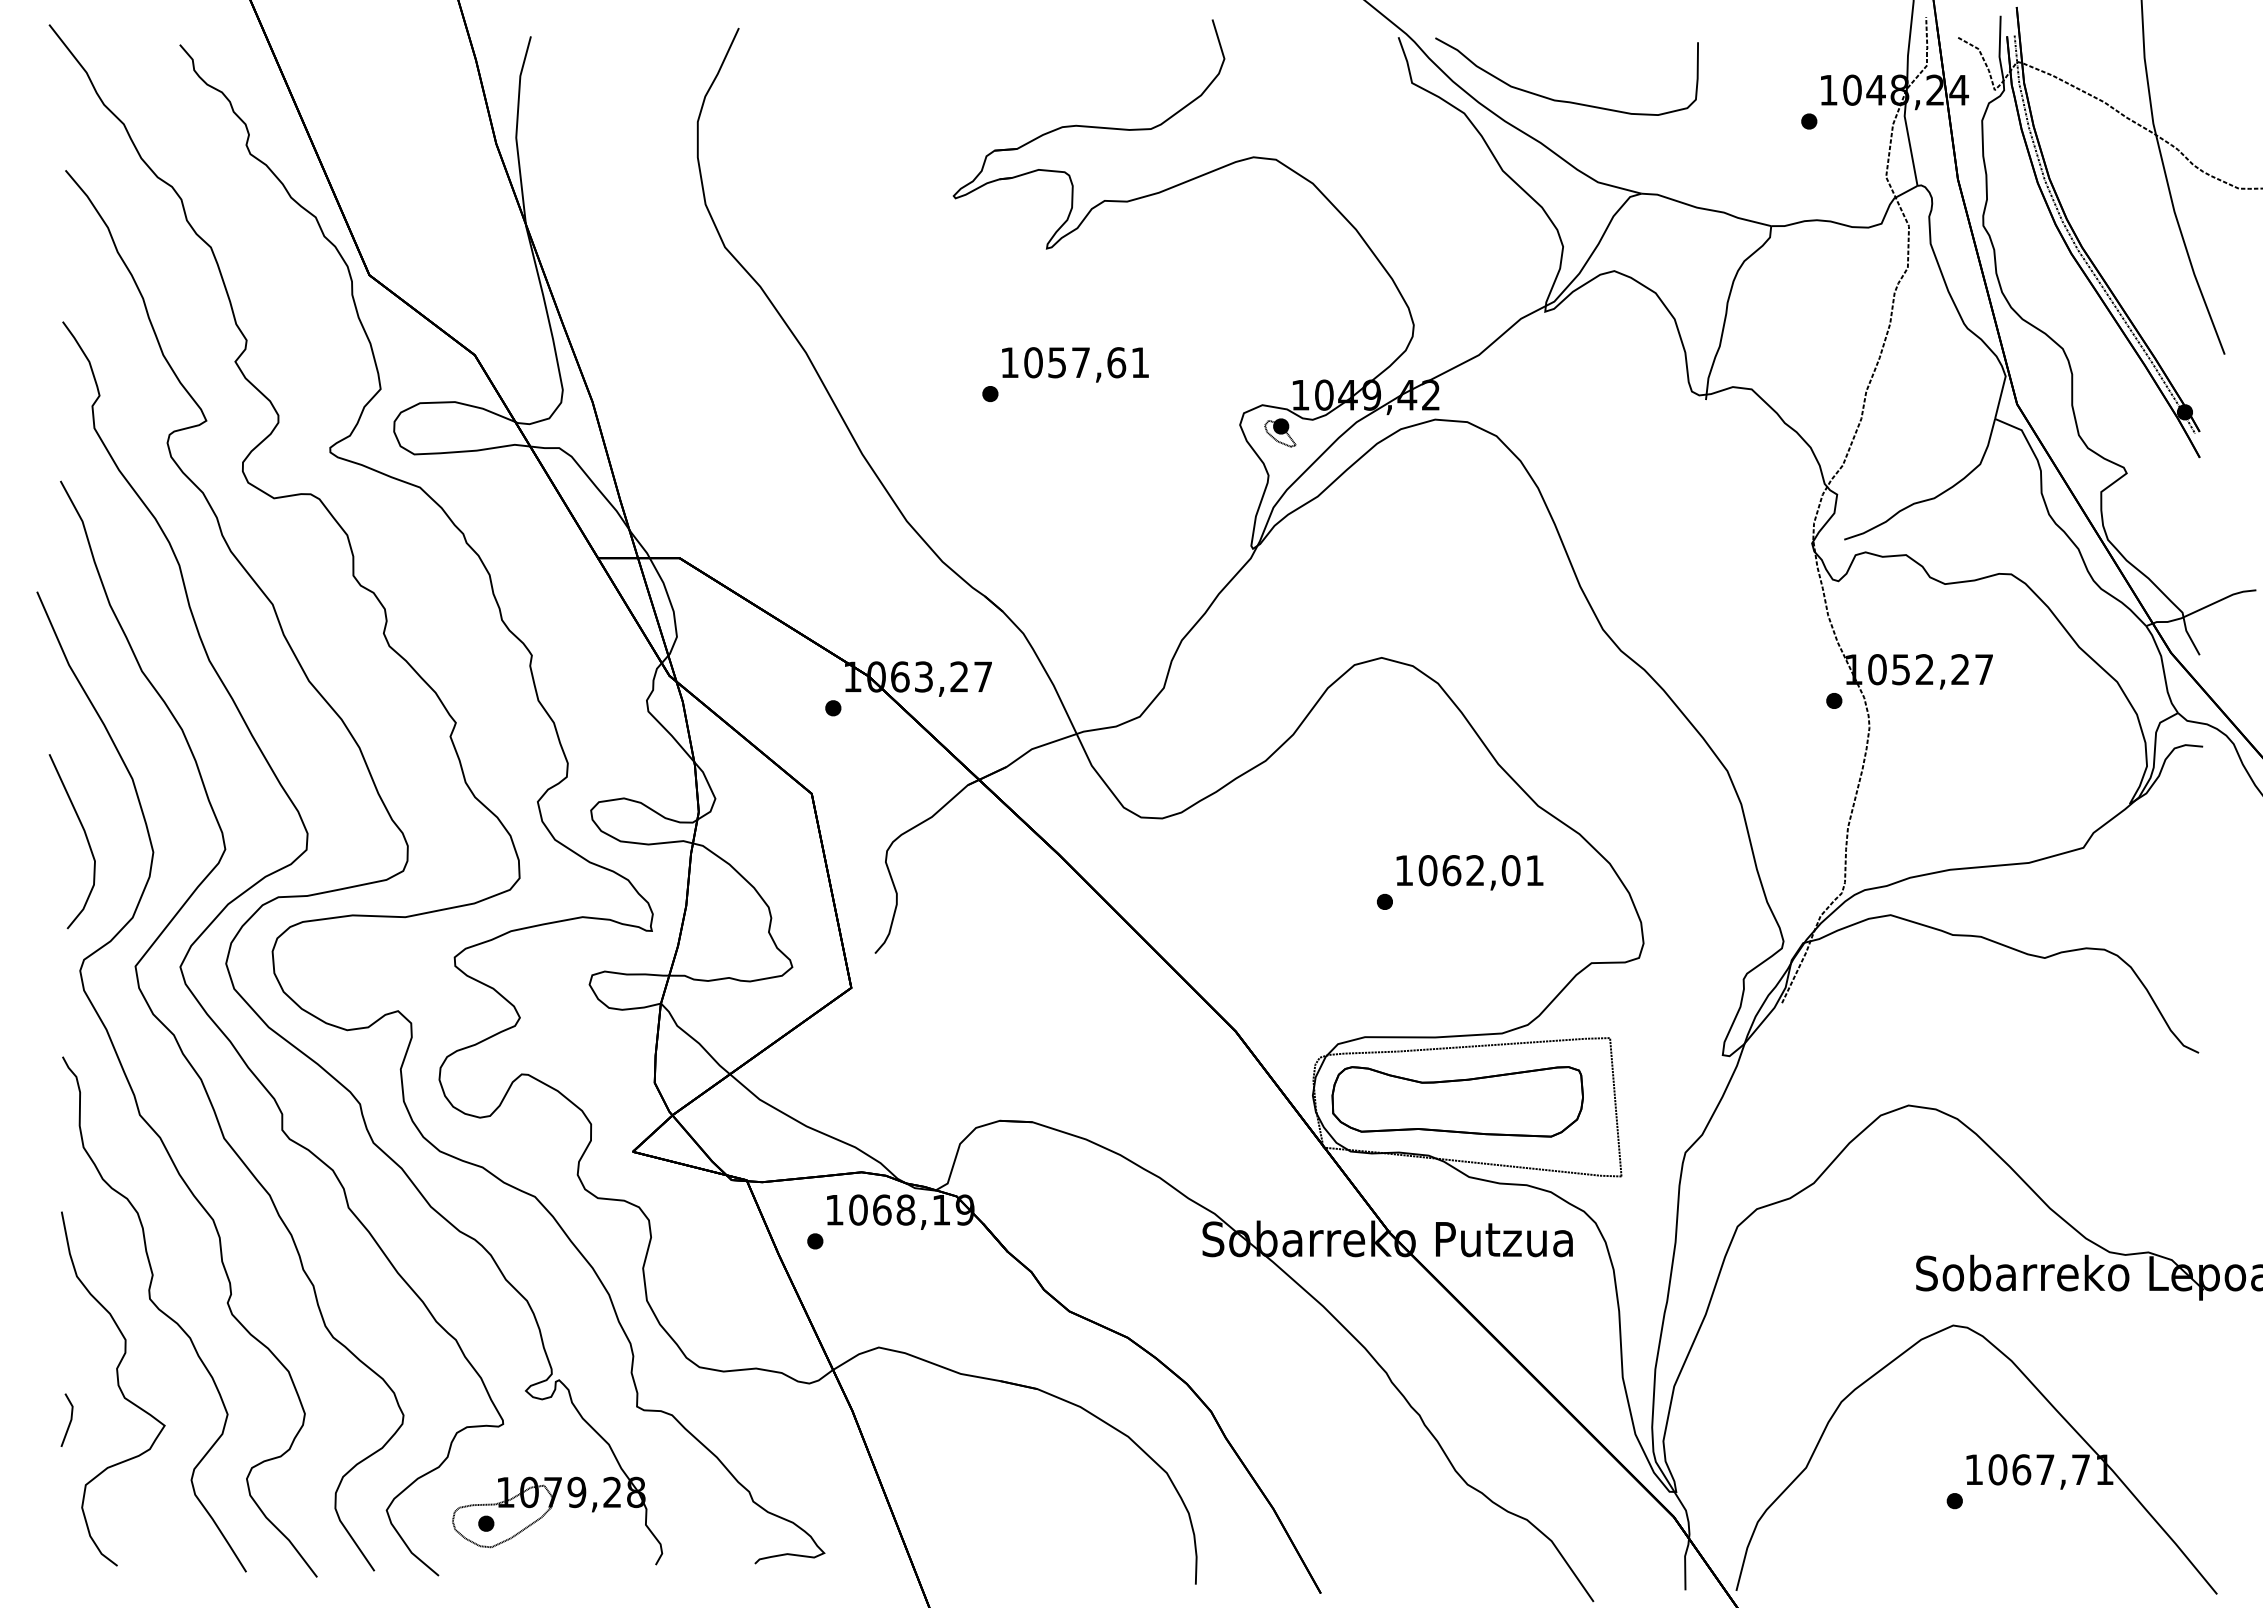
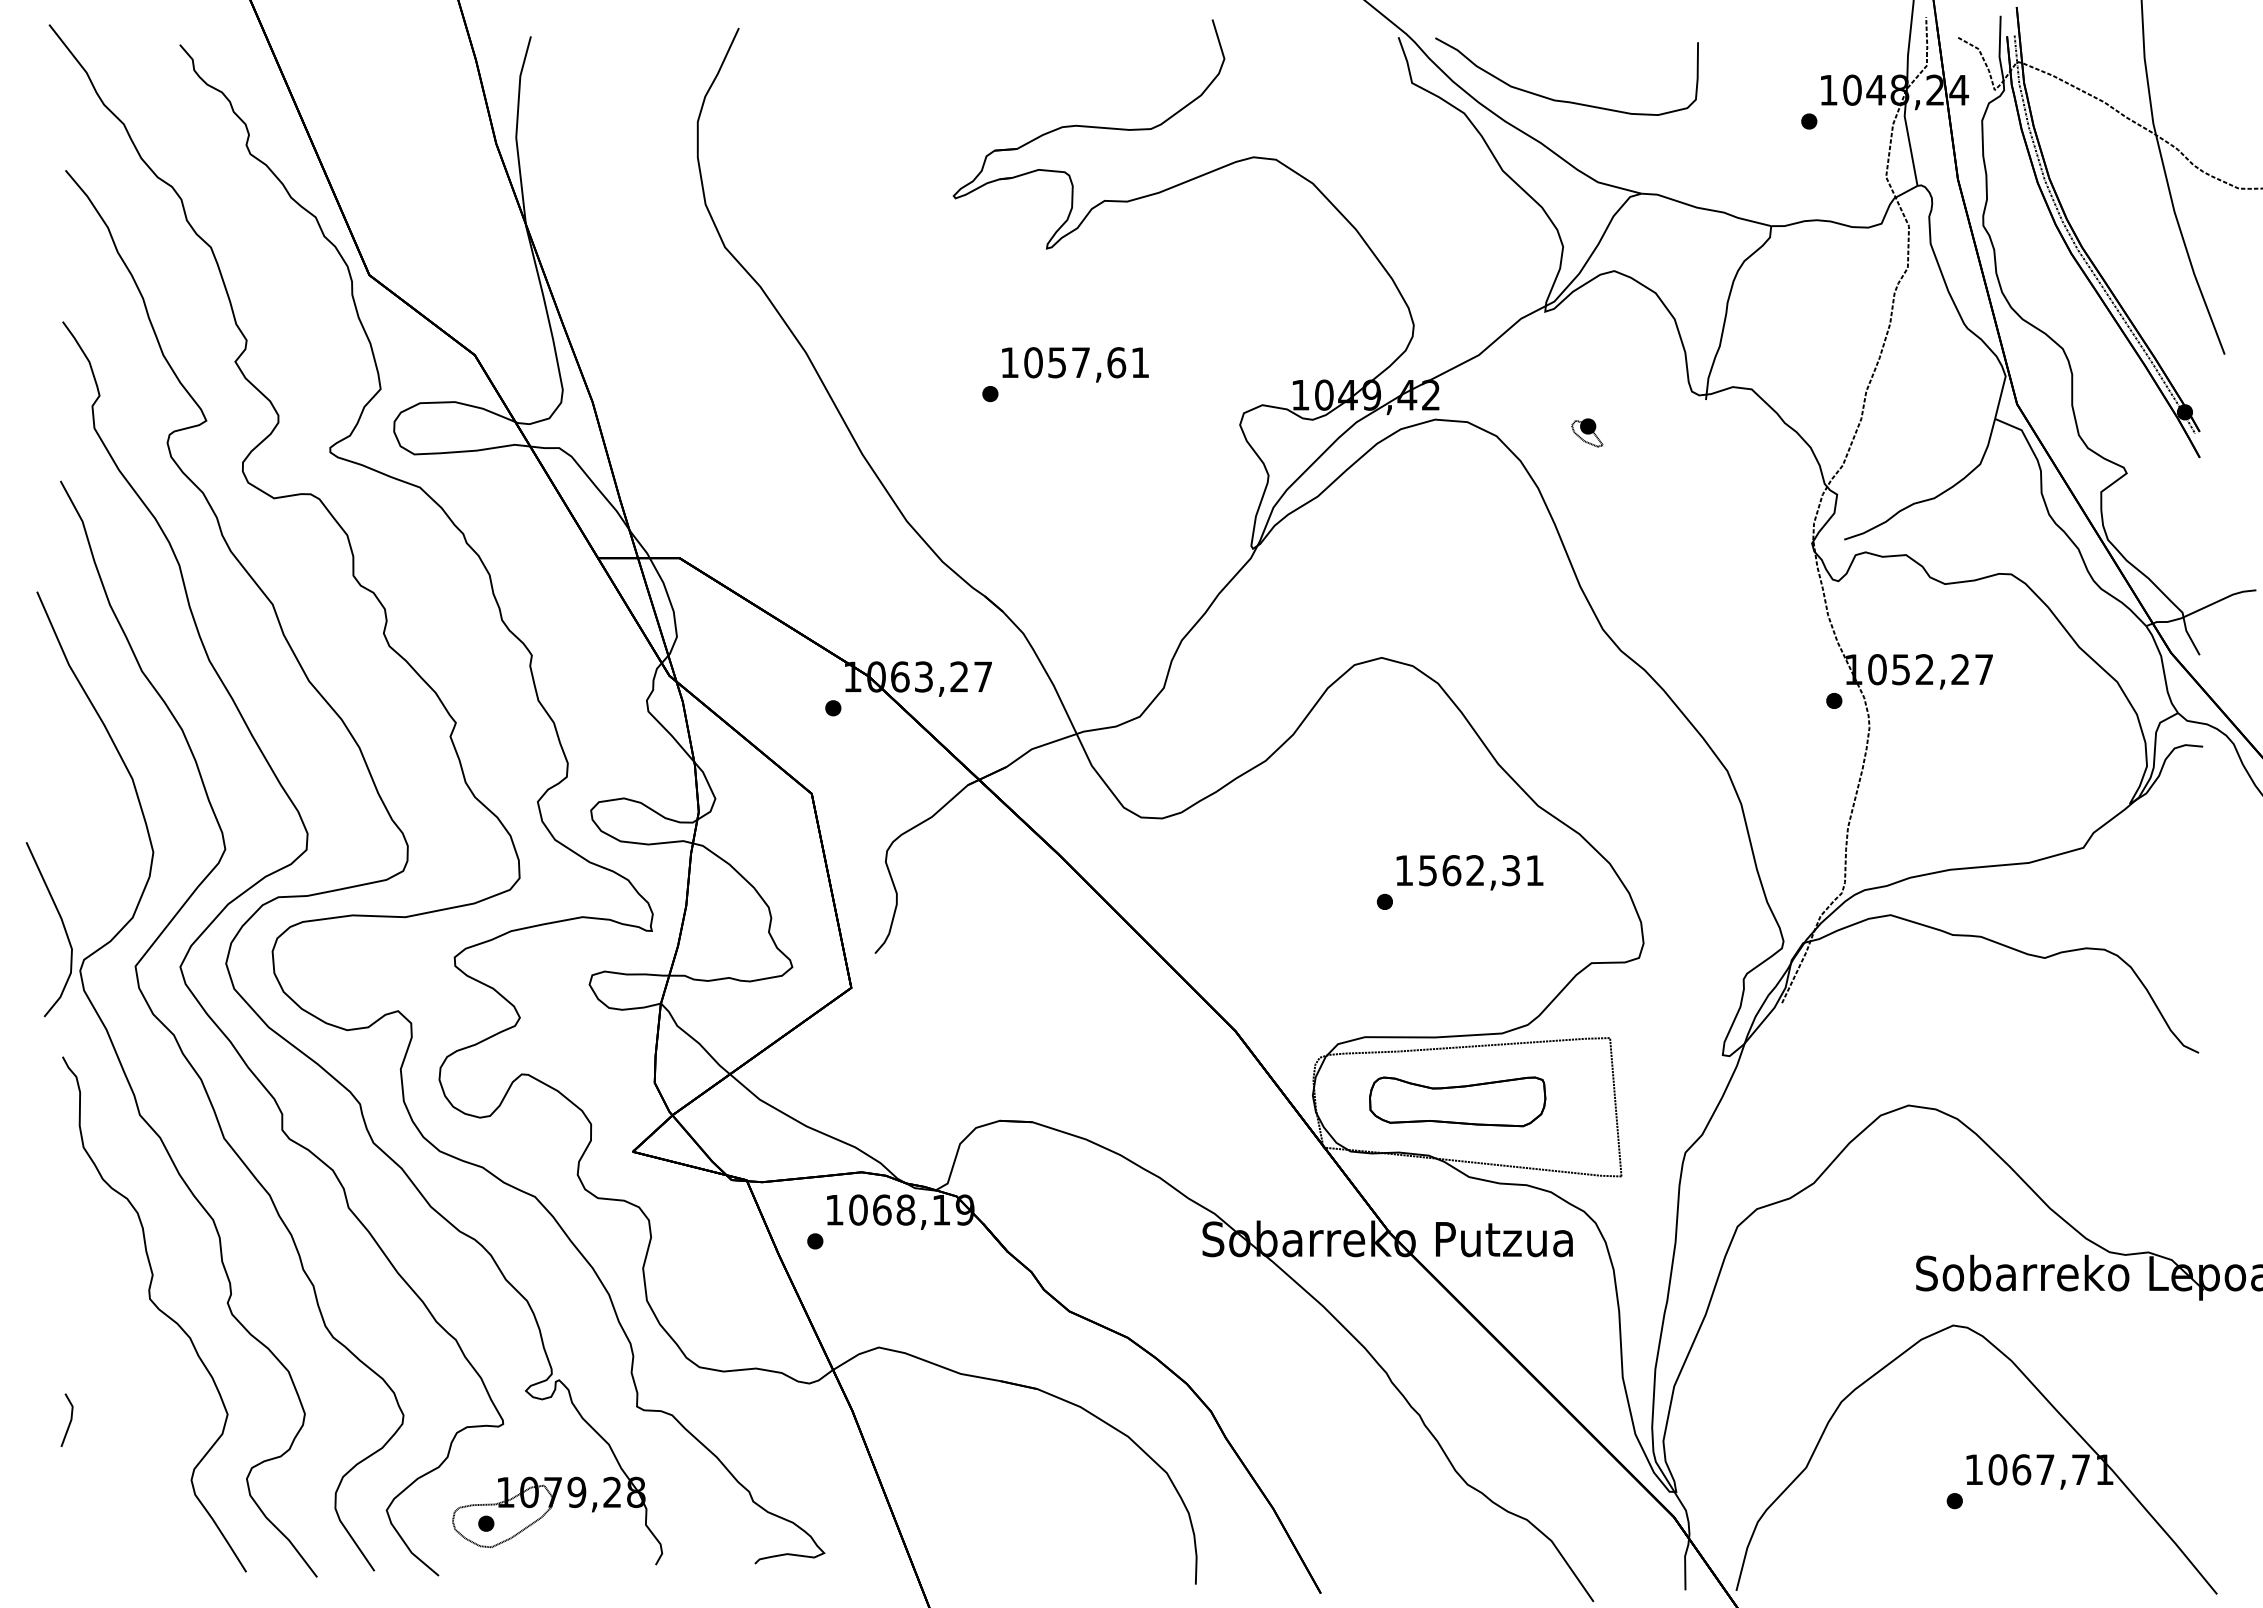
part at (1280, 432) position: (1280, 432) -> (1587, 432)
curve at (85, 837) position: (85, 837) -> (62, 925)
text at (1469, 870): 1062,01 -> 1562,31
part at (1457, 1101) size: 253x72 px -> 178x52 px
curve at (117, 1385): present -> none
